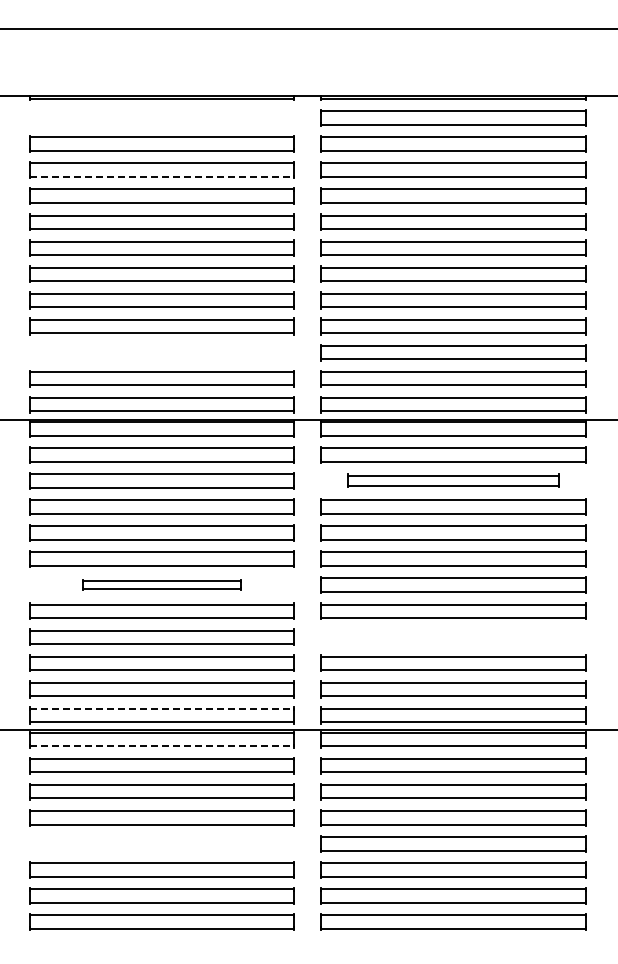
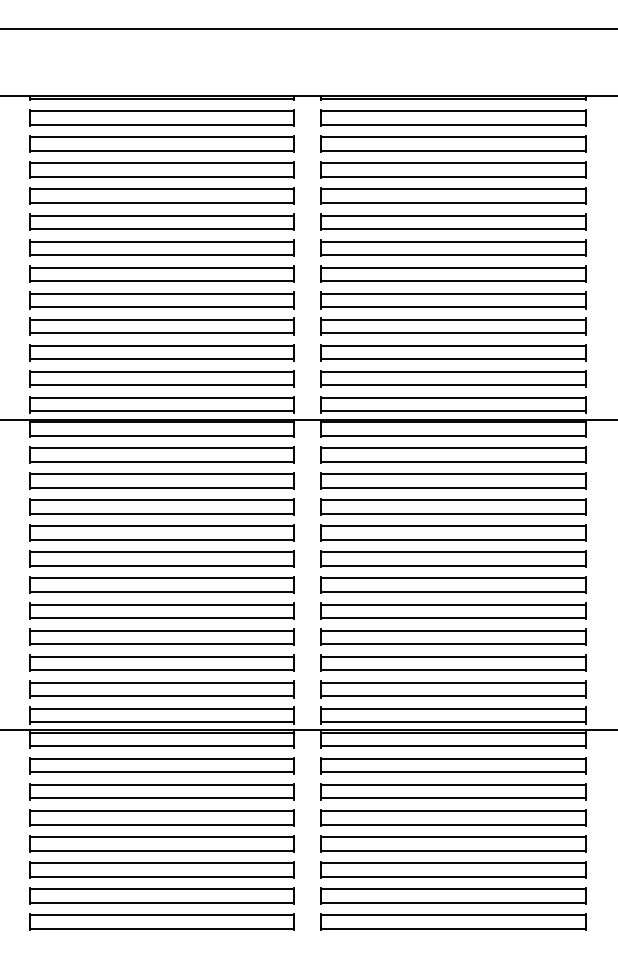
part at (161, 117): none -> present
line at (162, 176): dashed -> solid
part at (161, 352): none -> present
part at (453, 480) size: 213x15 px -> 267x18 px
part at (161, 584) size: 160x12 px -> 266x18 px
part at (453, 636): none -> present
line at (162, 708): dashed -> solid
line at (162, 746): dashed -> solid
part at (161, 843): none -> present
